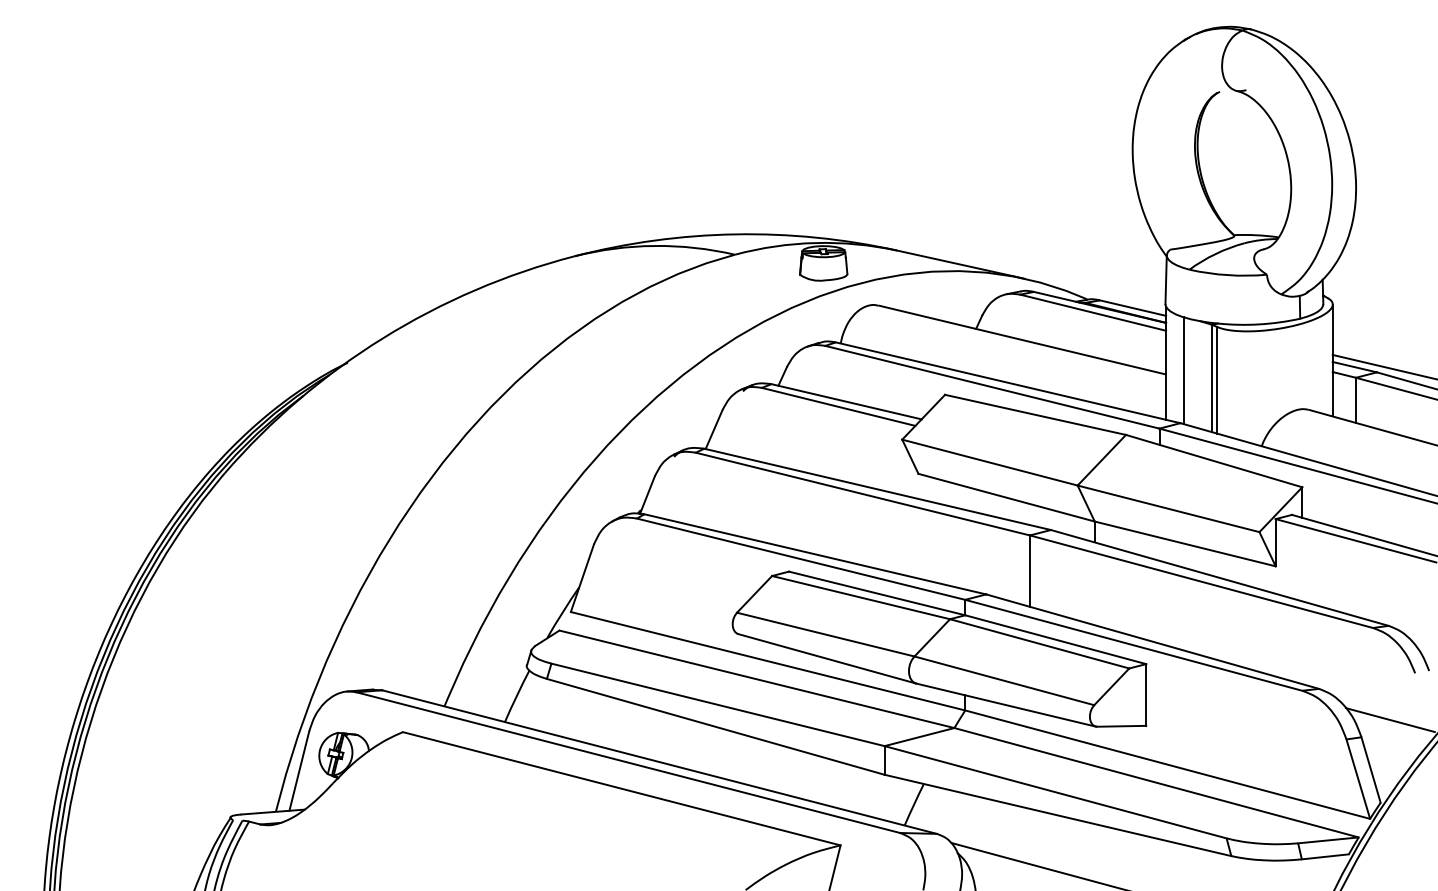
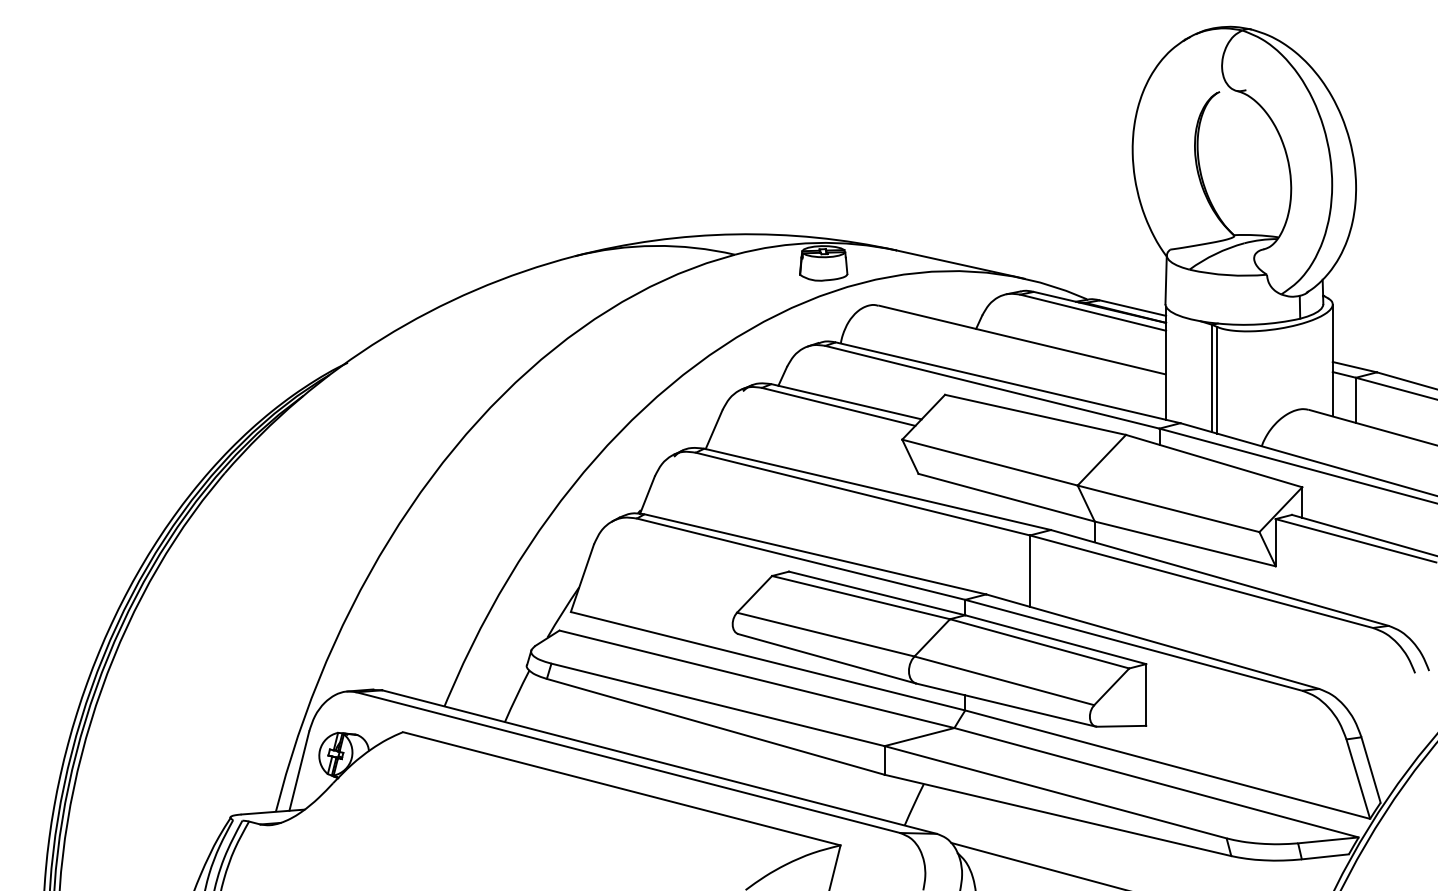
line at (1383, 366): present -> none
line at (1183, 370): present -> none
line at (1389, 720): present -> none
